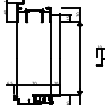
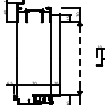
line at (79, 58): solid -> dashed
